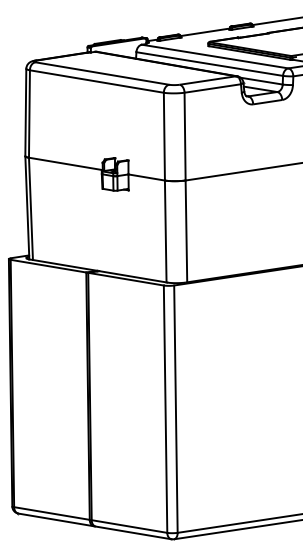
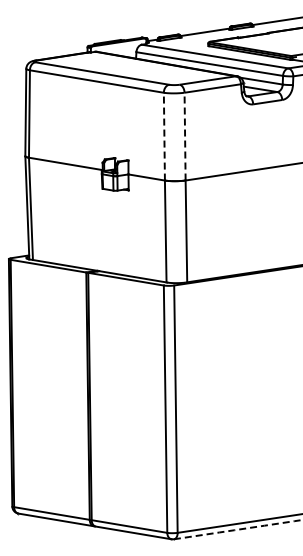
line at (164, 136): solid -> dashed
line at (185, 136): solid -> dashed
arc at (238, 529): solid -> dashed
